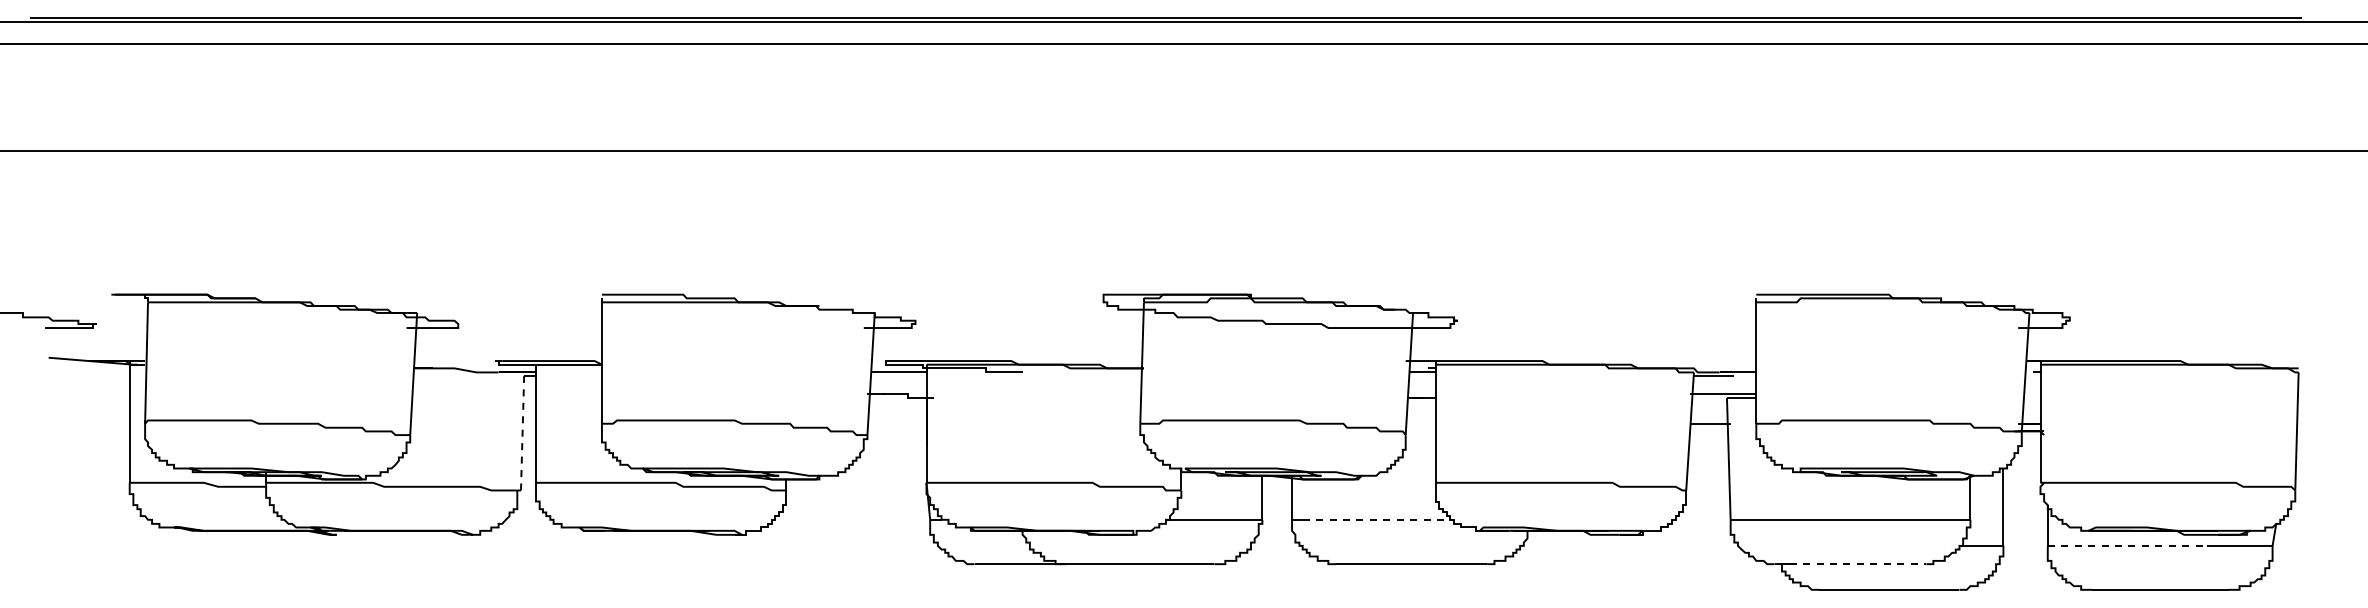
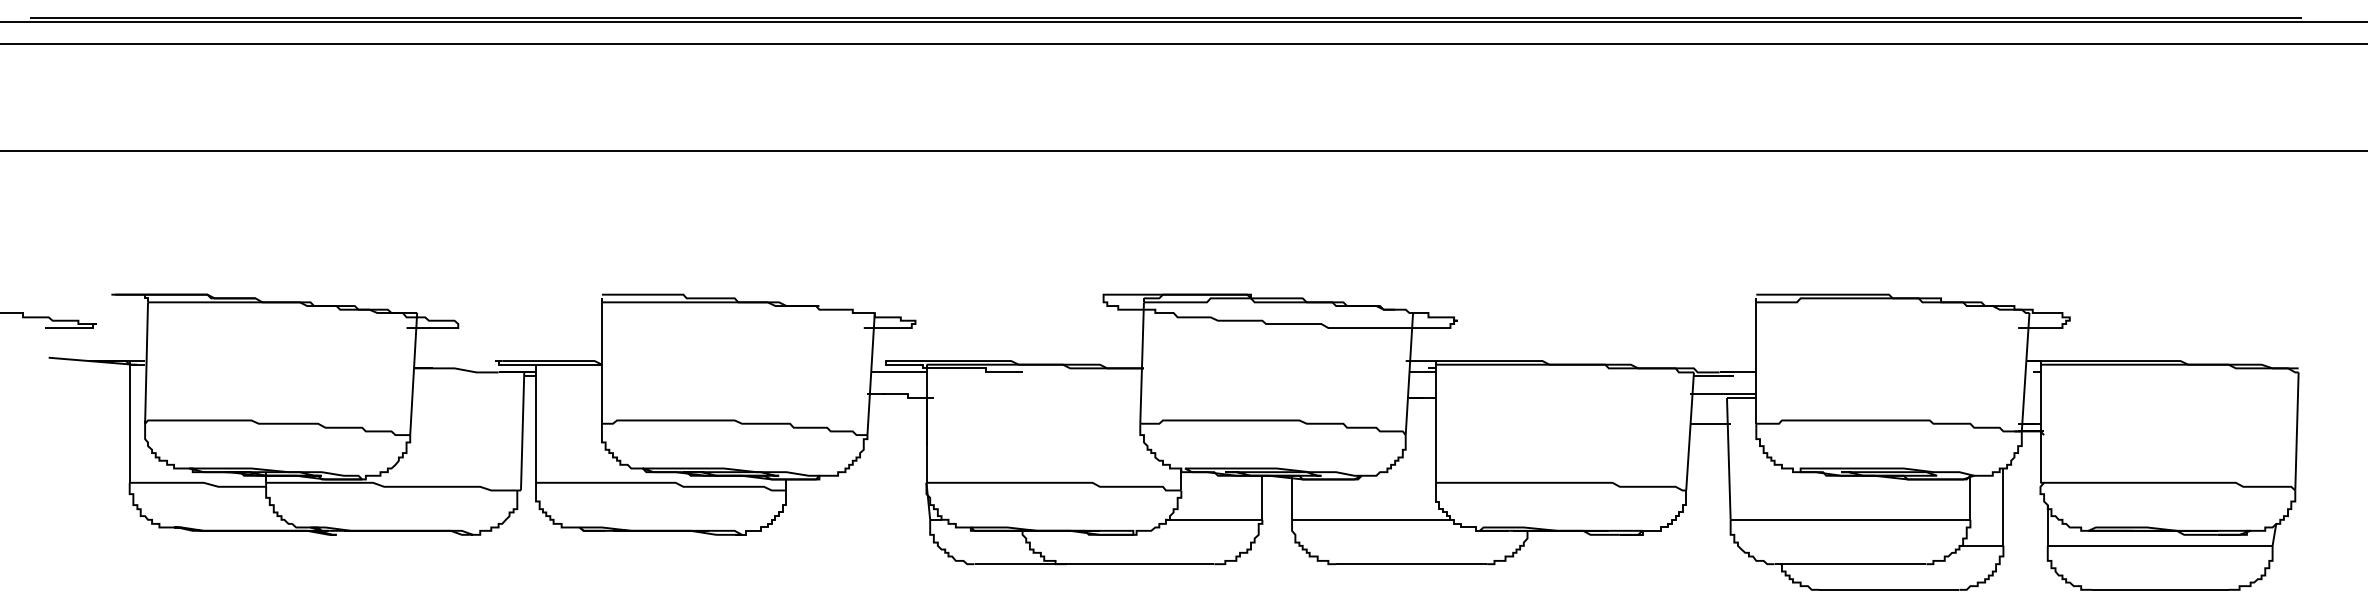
line at (522, 430): dashed -> solid
line at (1376, 519): dashed -> solid
line at (2127, 545): dashed -> solid
line at (1858, 564): dashed -> solid
